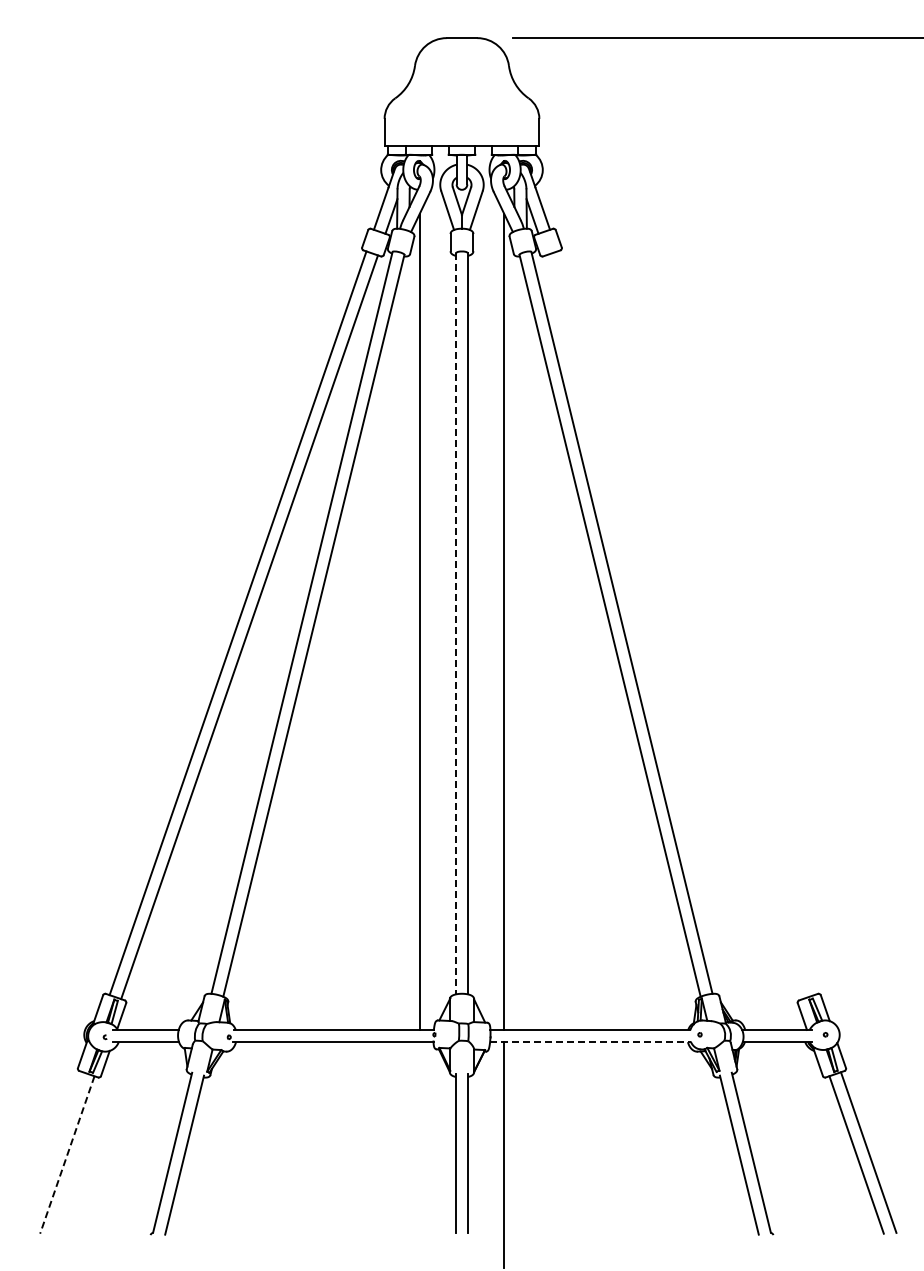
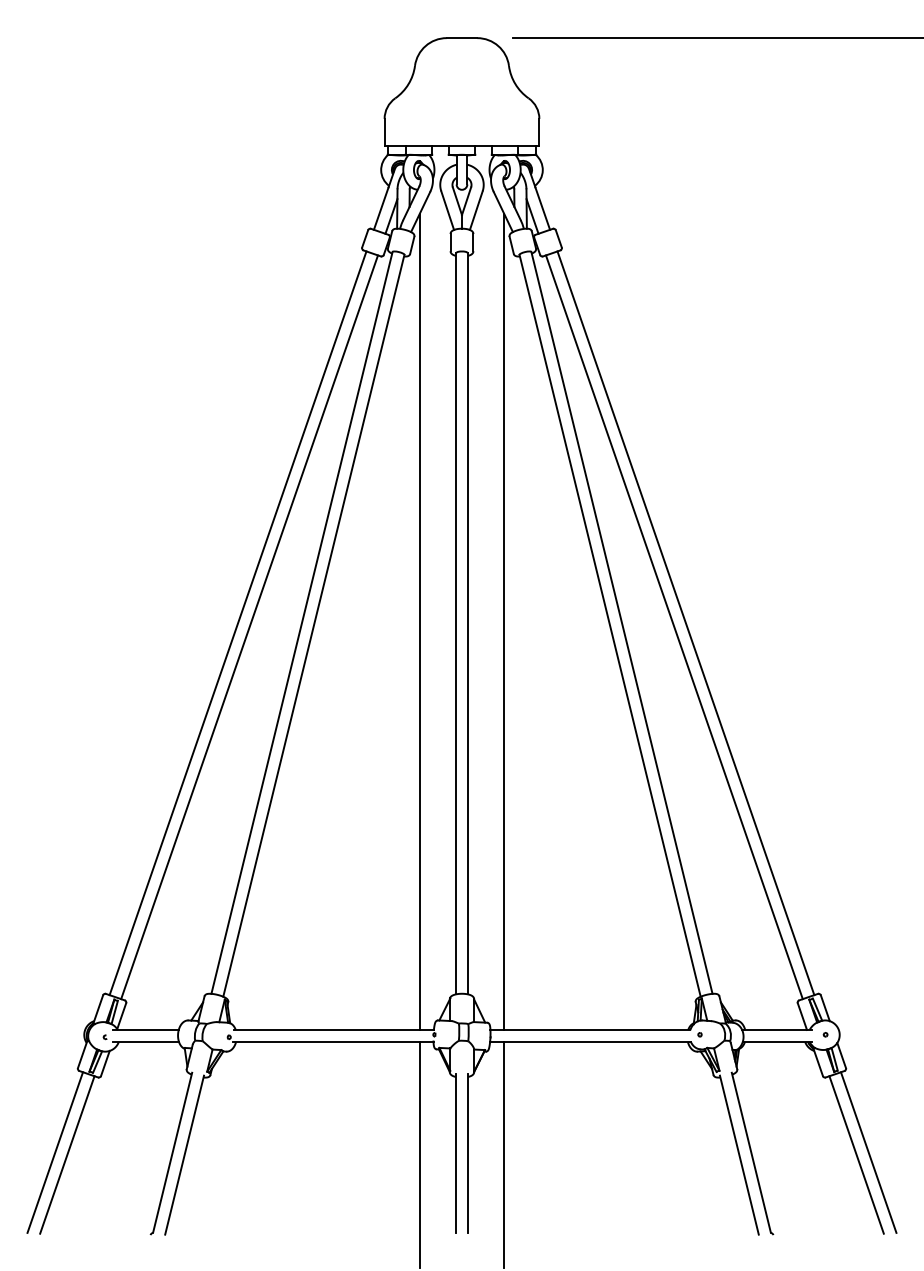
line at (685, 623): none -> present
line at (455, 624): dashed -> solid
line at (673, 627): none -> present
line at (591, 1042): dashed -> solid
line at (55, 1152): none -> present
line at (419, 1154): none -> present
line at (67, 1155): dashed -> solid
